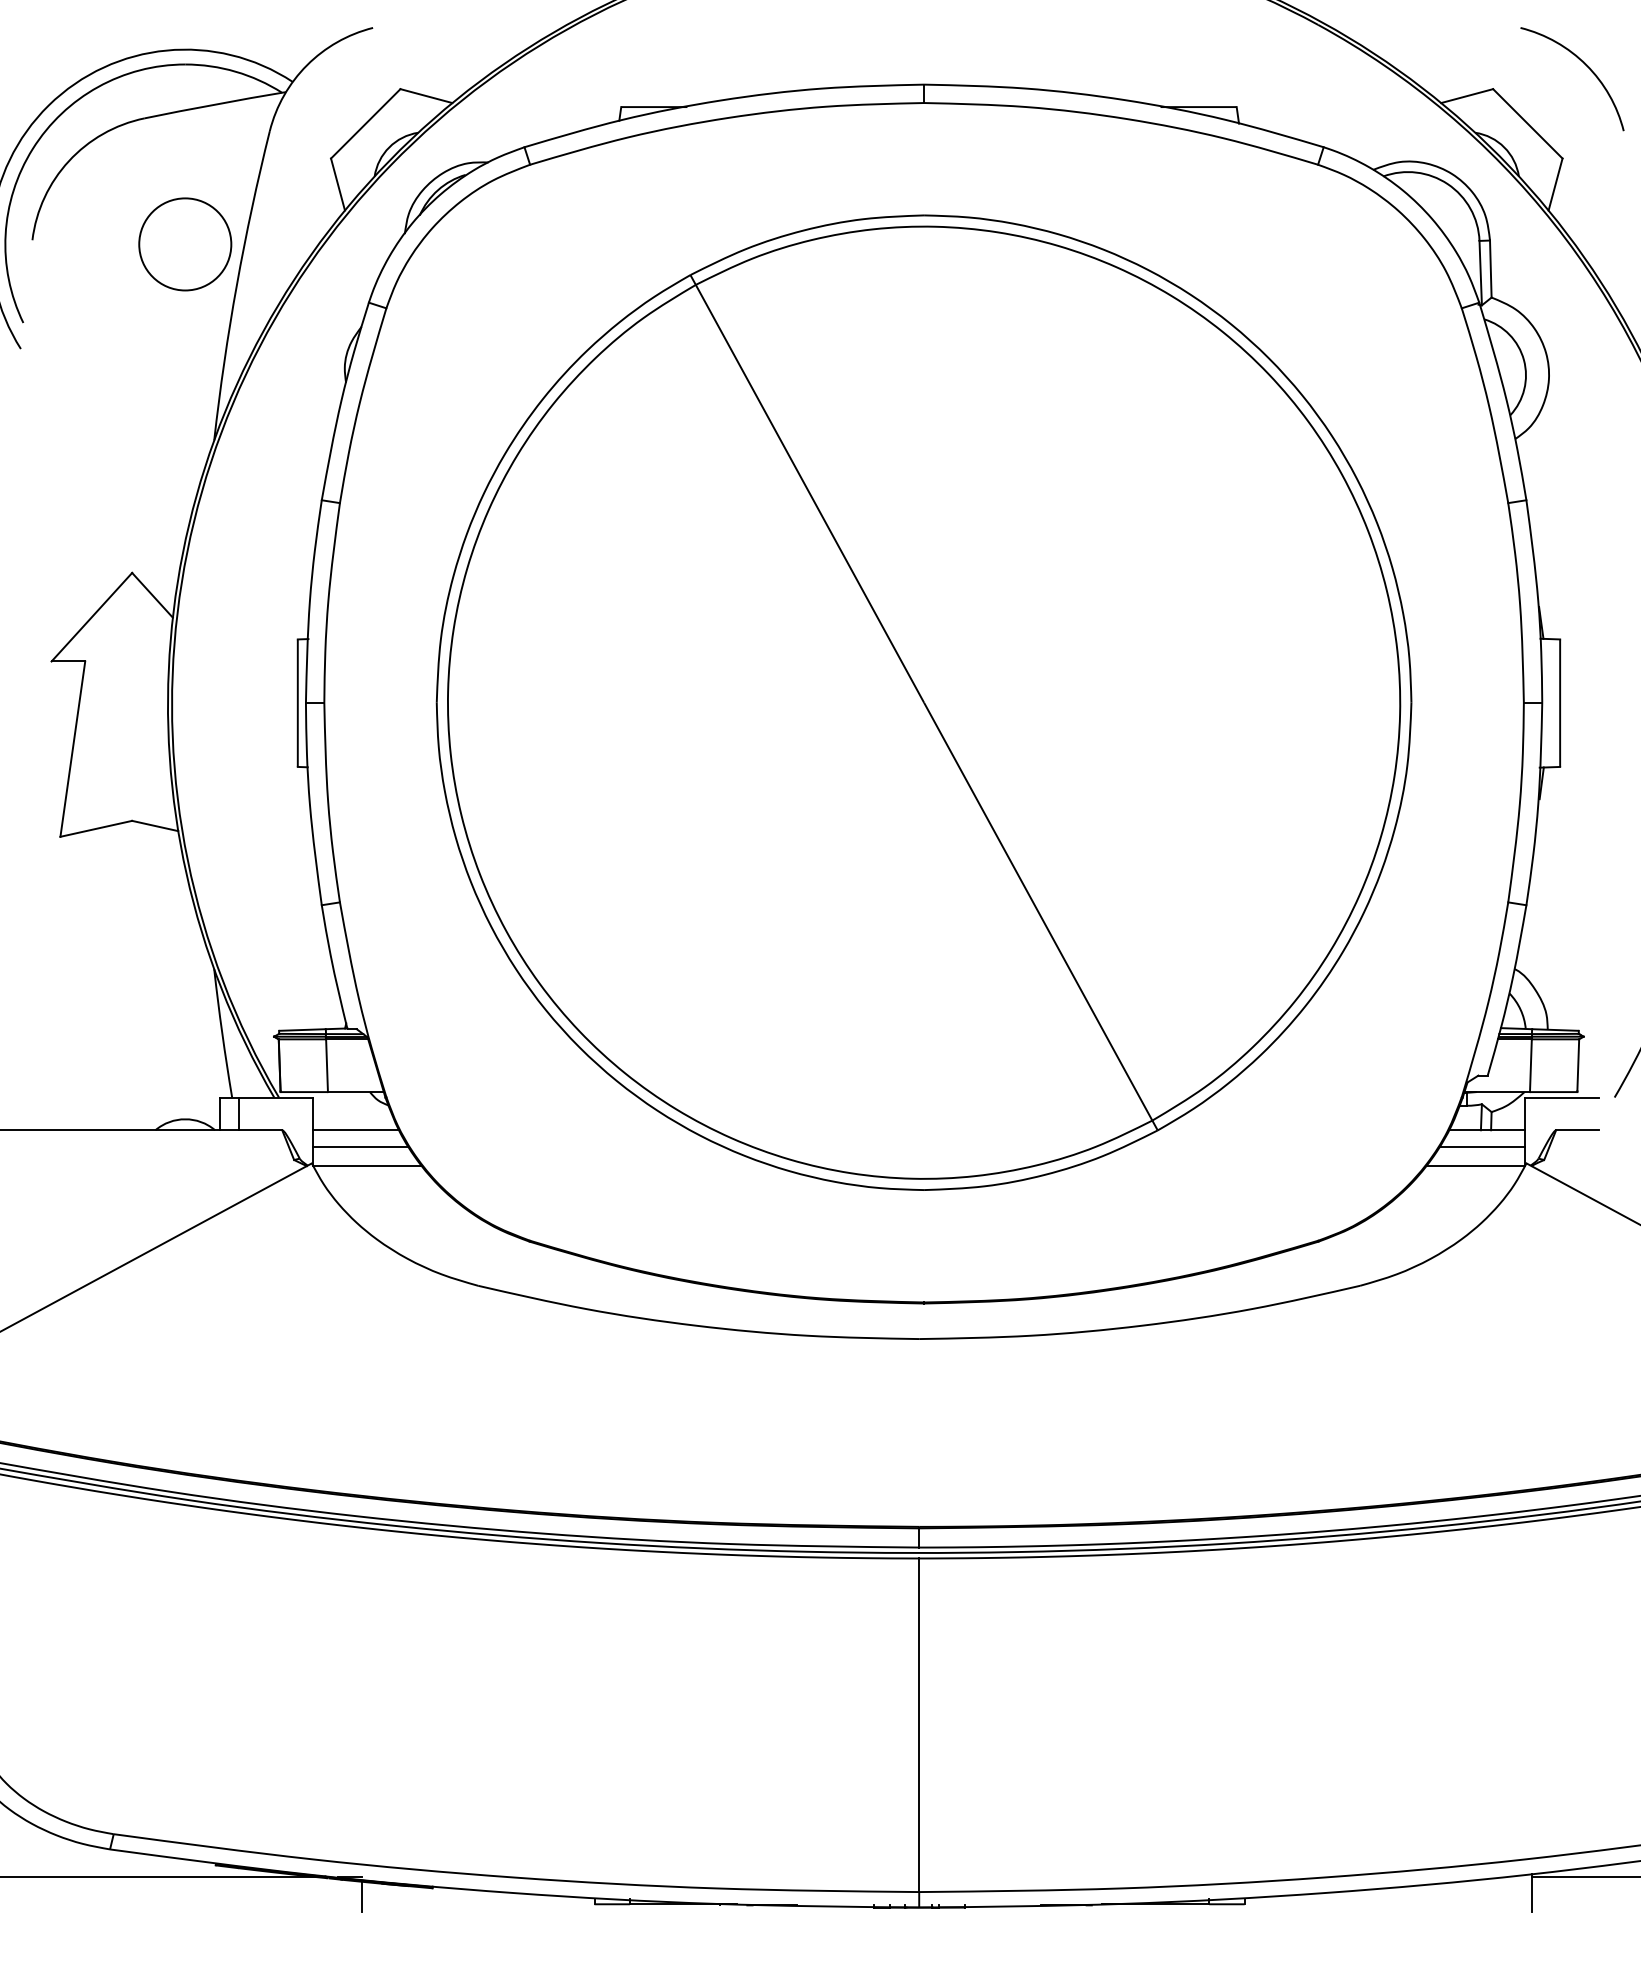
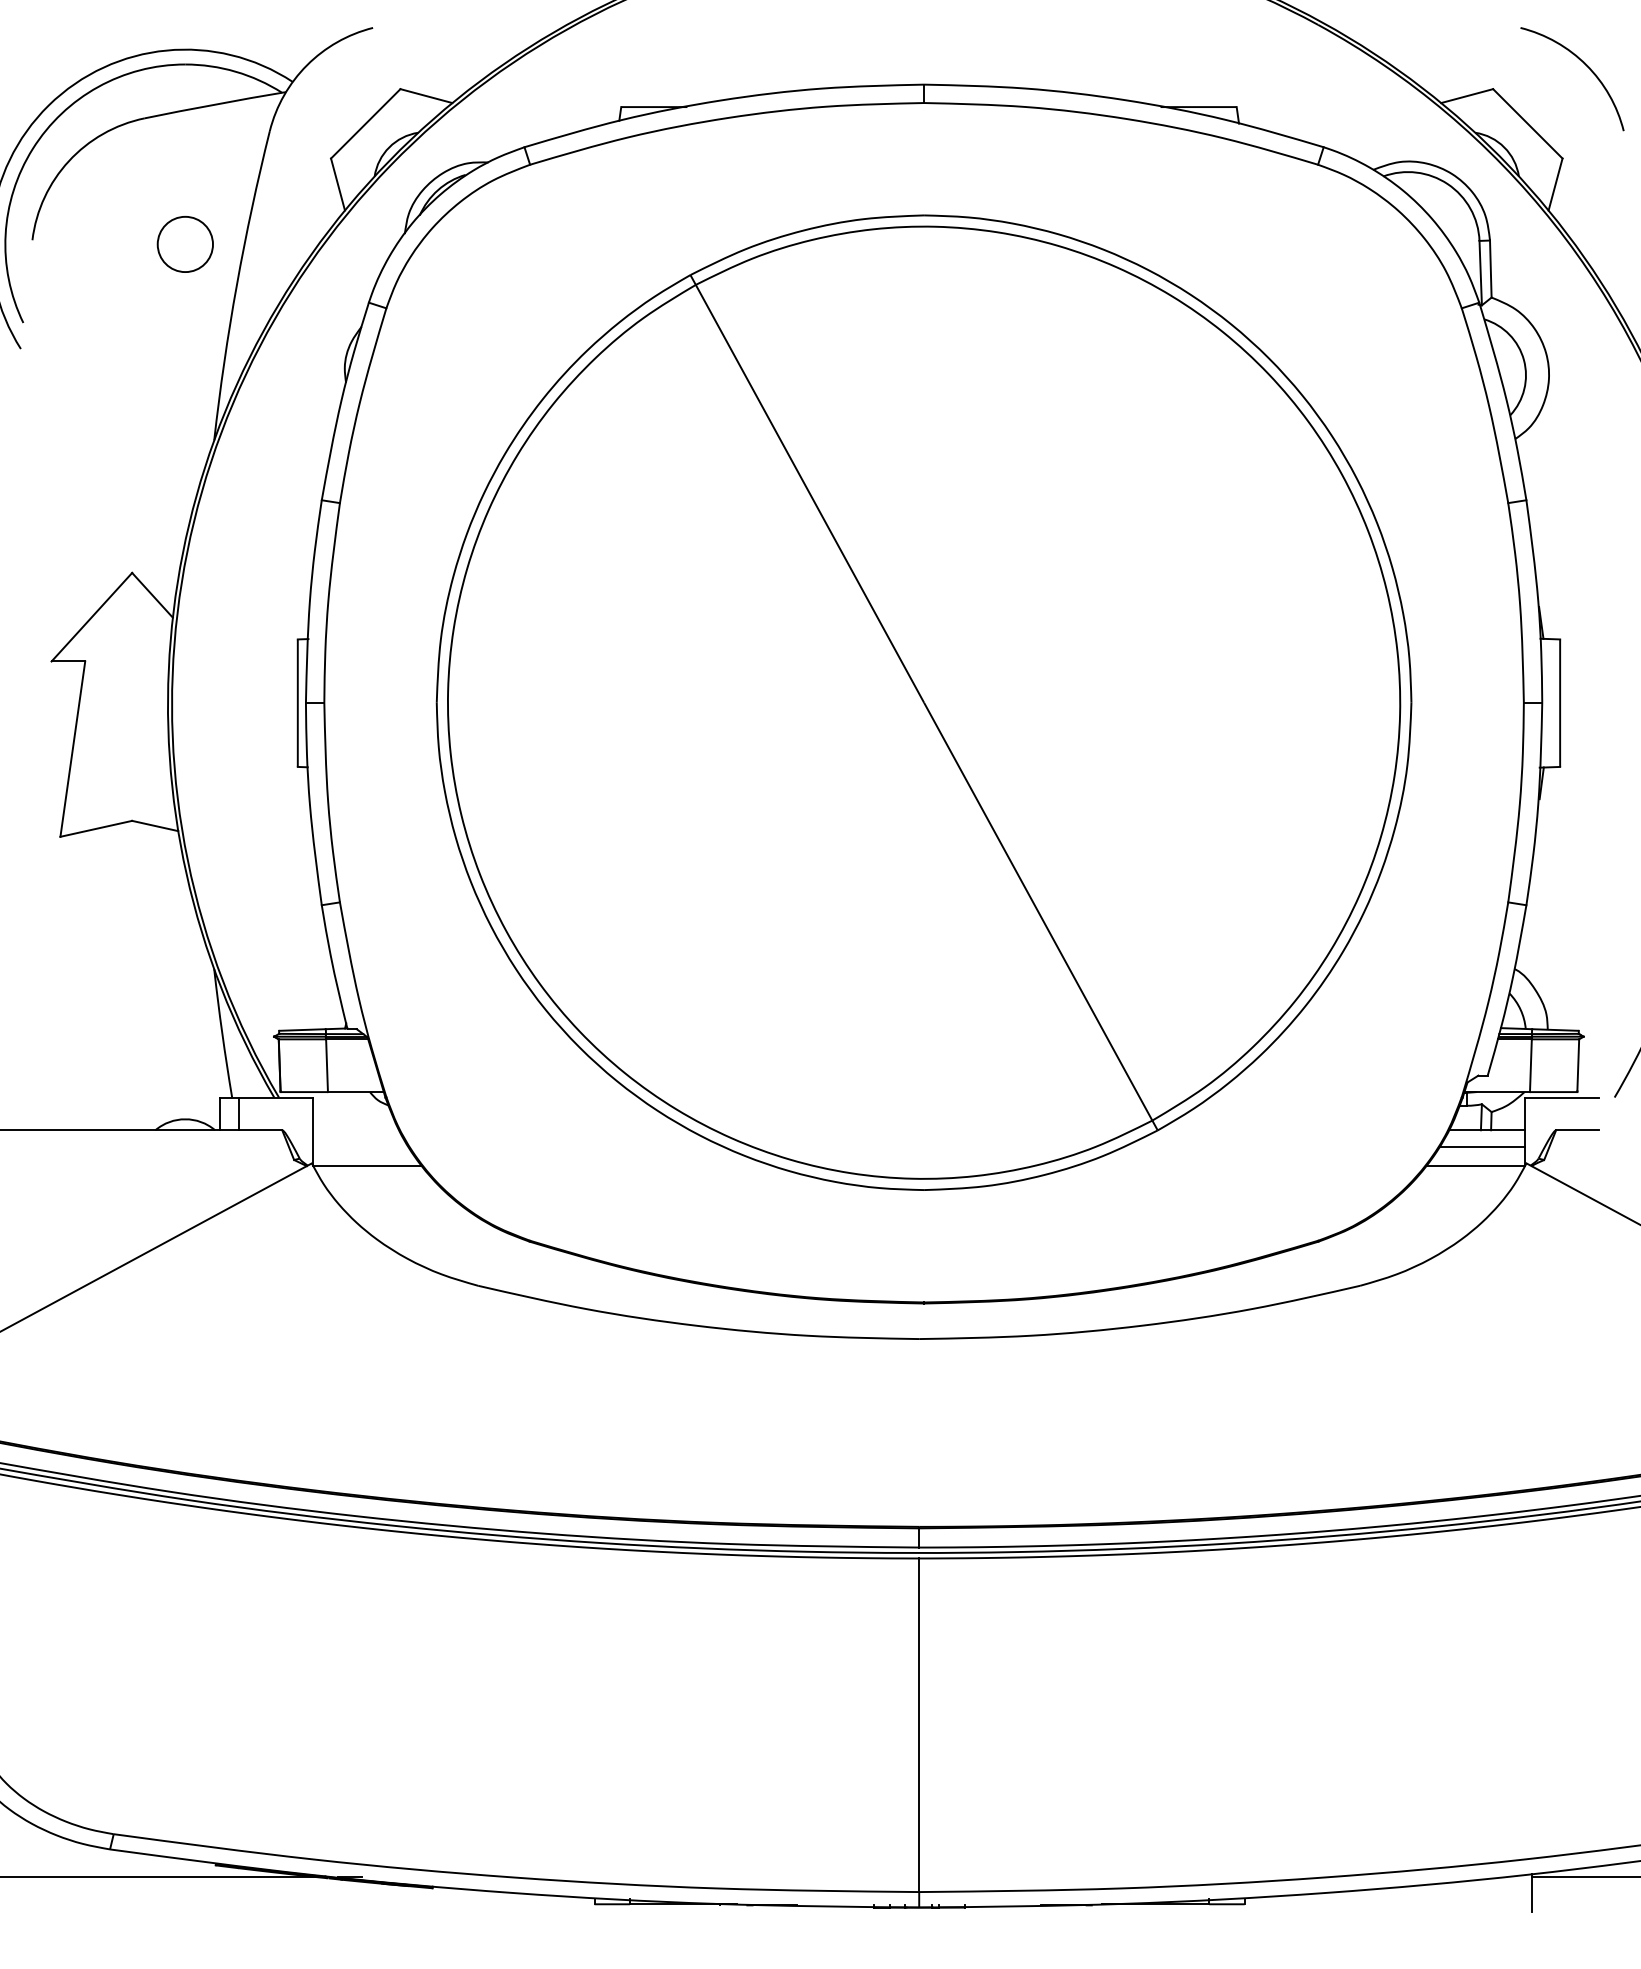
circle at (185, 244) size: 95x95 px -> 58x58 px
line at (355, 1130): present -> none
line at (360, 1146): present -> none
line at (362, 1896): present -> none
